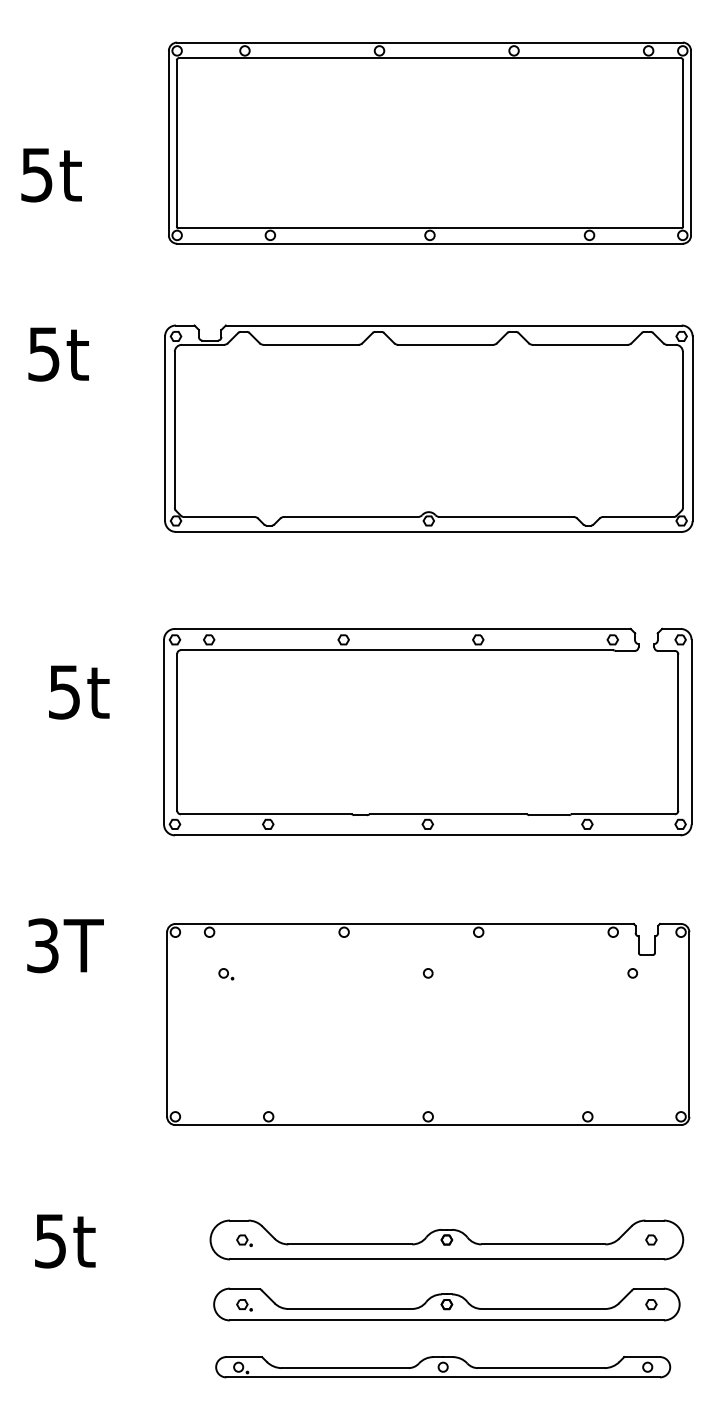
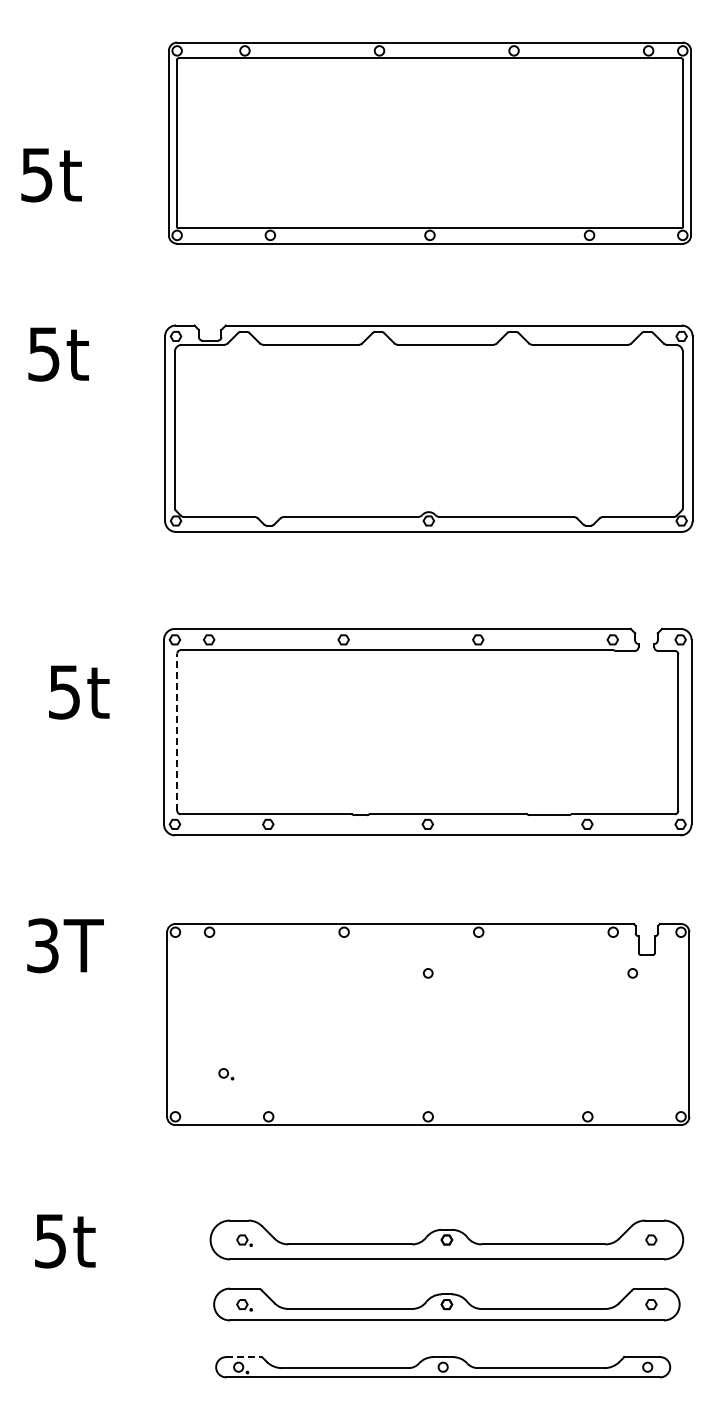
line at (177, 732): solid -> dashed
part at (226, 974) position: (226, 974) -> (226, 1074)
line at (244, 1357): solid -> dashed
